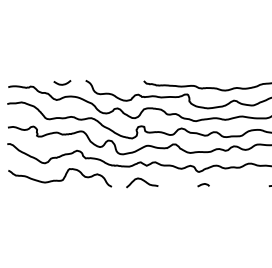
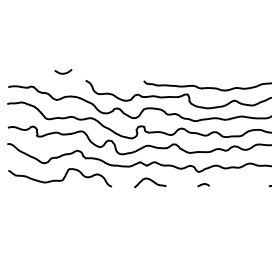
curve at (62, 83) position: (62, 83) -> (63, 72)
curve at (143, 181) position: (143, 181) -> (151, 181)
